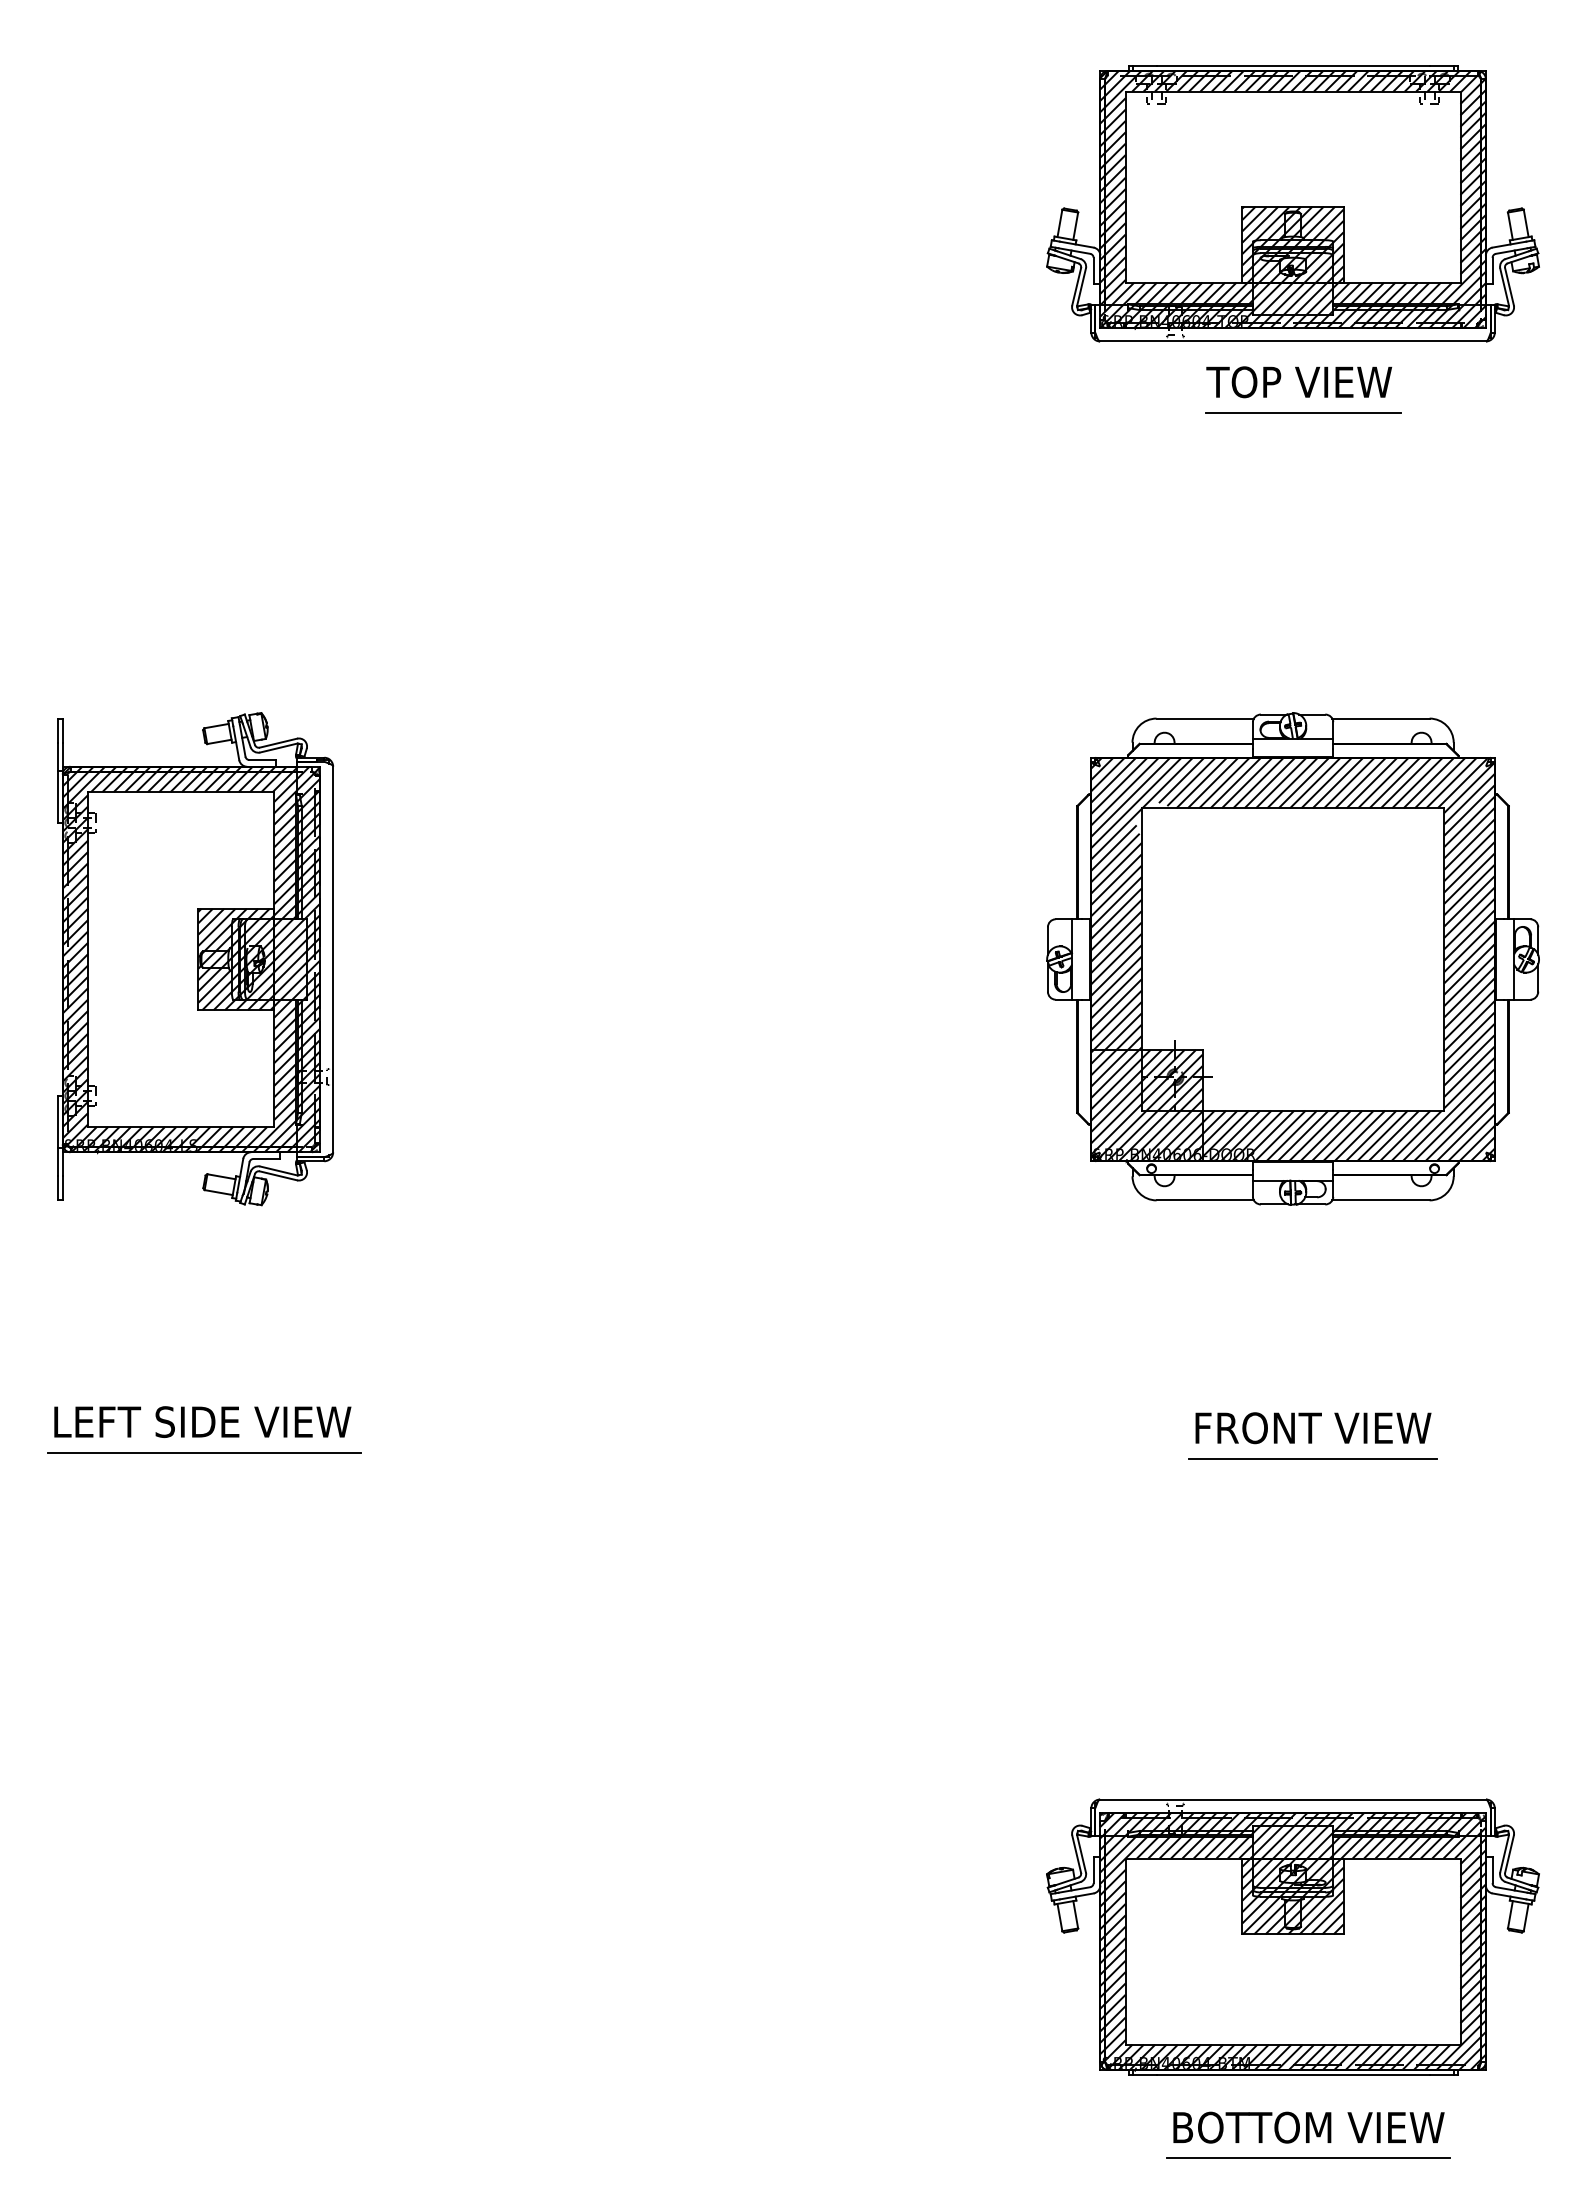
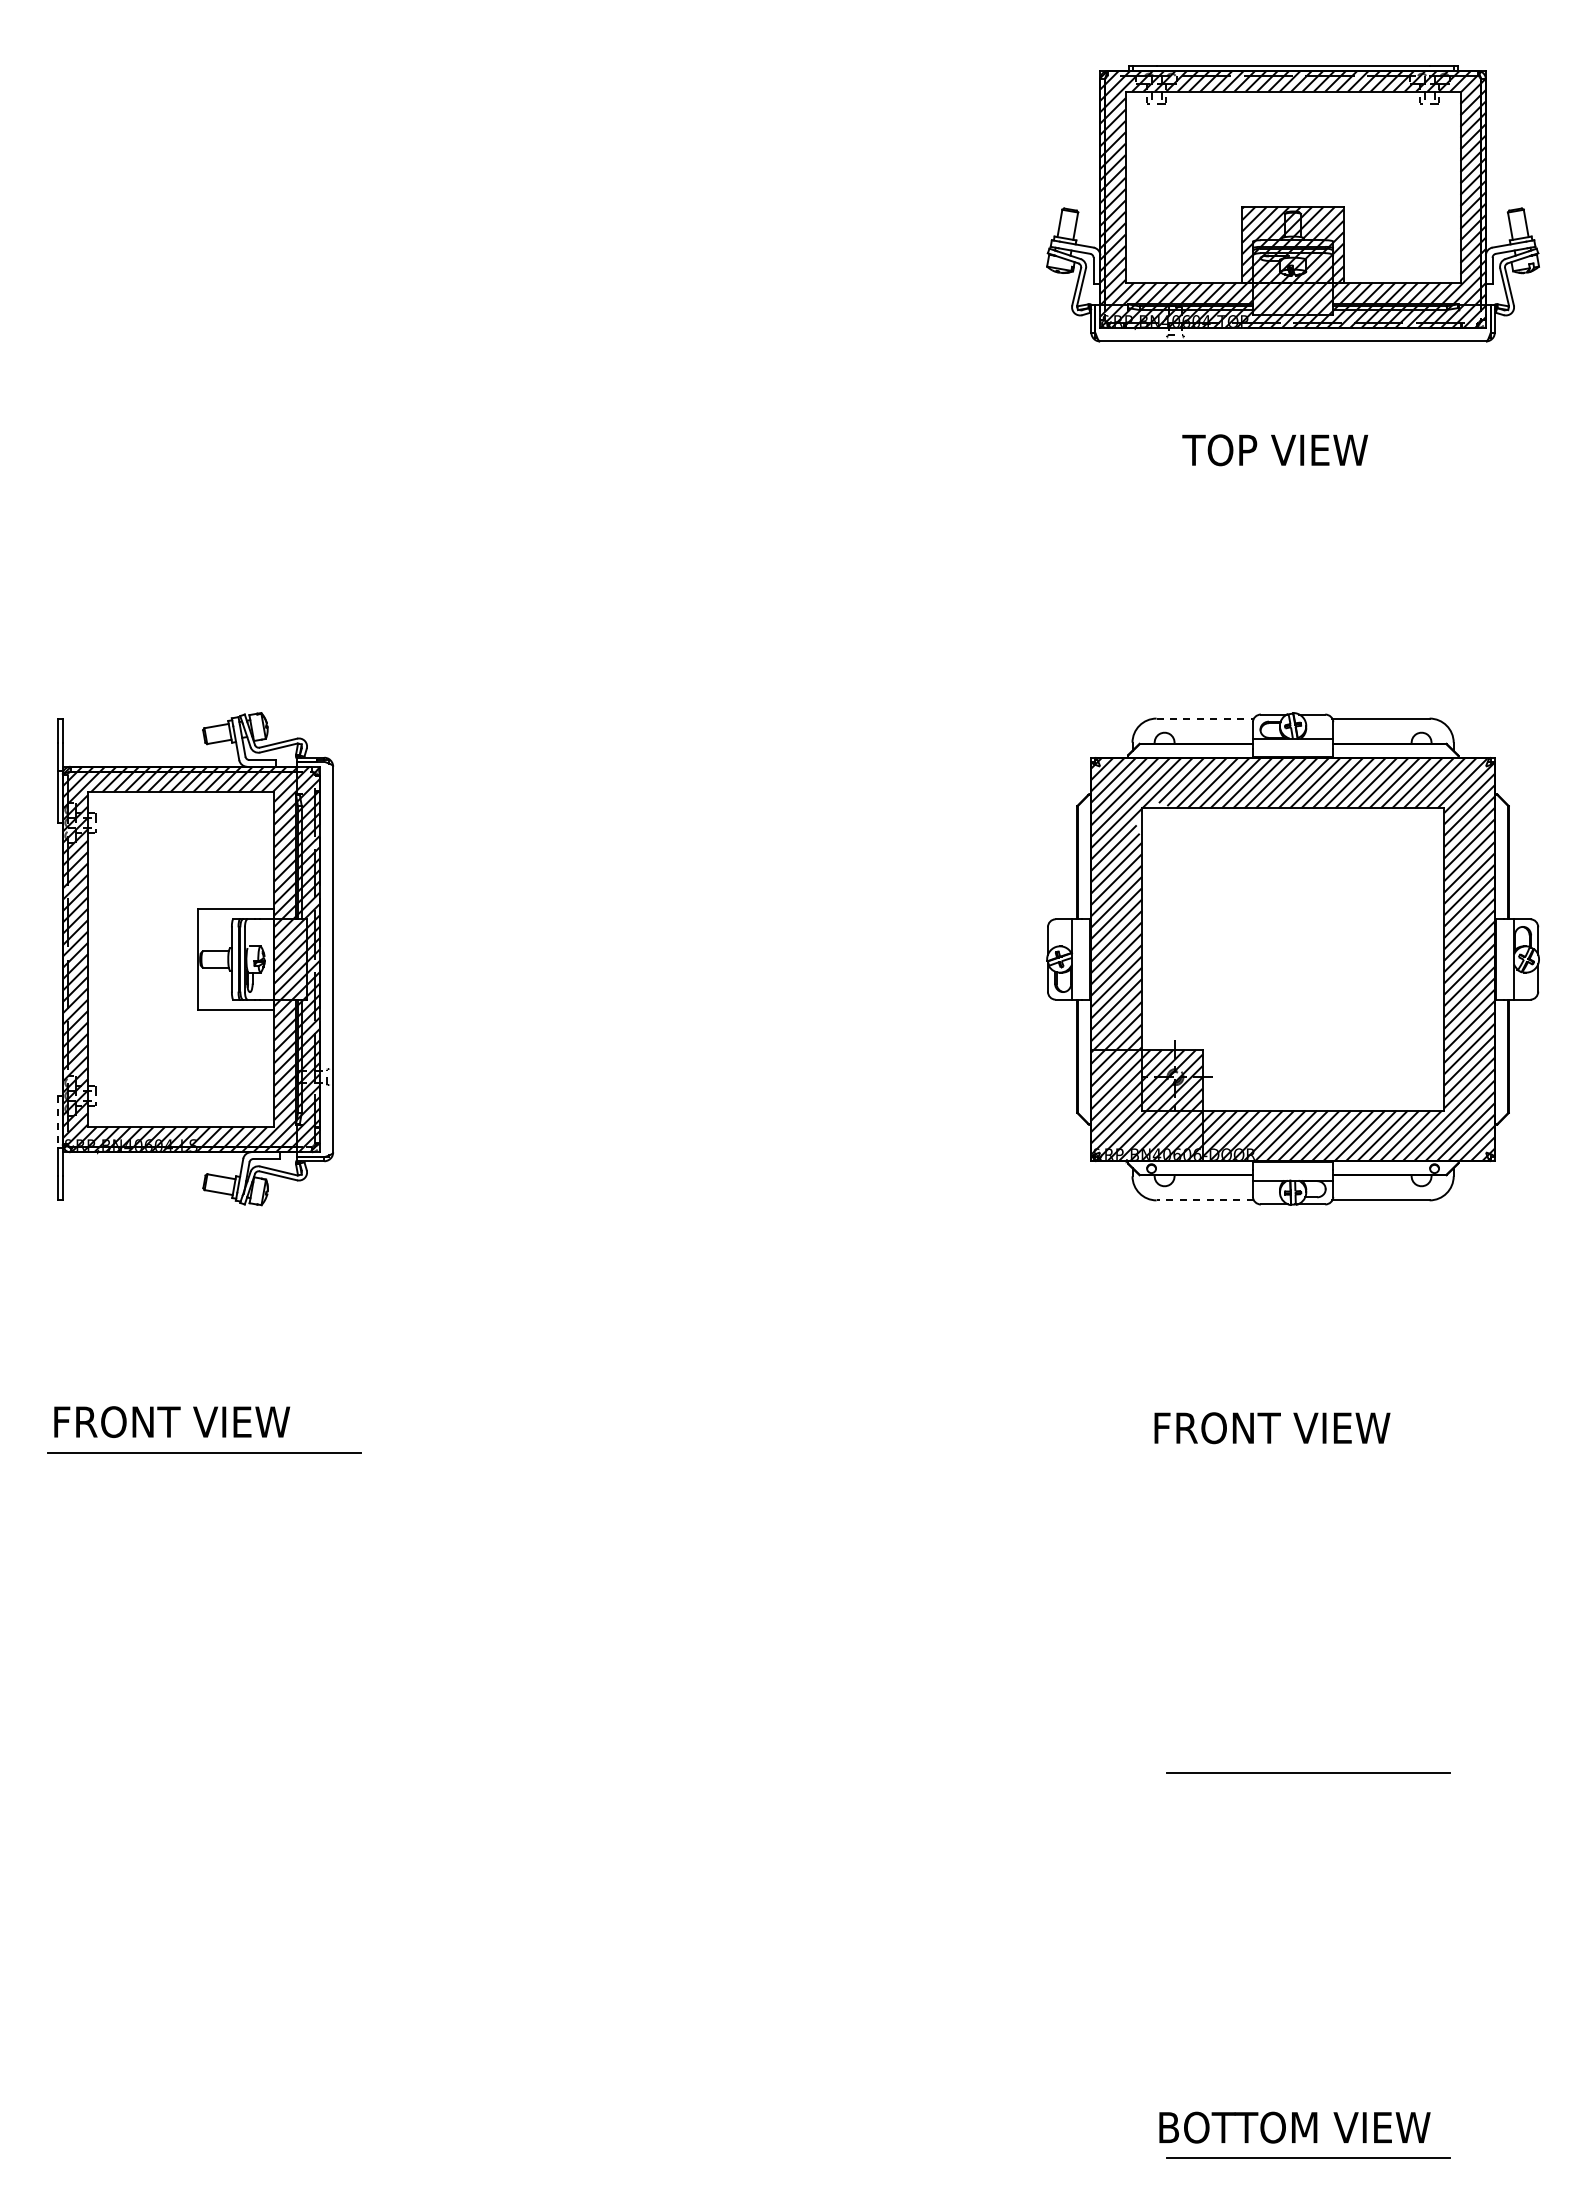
text at (1299, 382) position: (1299, 382) -> (1275, 450)
line at (1303, 412): present -> none
line at (1205, 718): solid -> dashed
hatch at (236, 959): present -> none
line at (57, 1122): solid -> dashed
line at (1205, 1200): solid -> dashed
text at (204, 1422): LEFT SIDE VIEW -> FRONT VIEW
text at (1313, 1428) position: (1313, 1428) -> (1272, 1428)
line at (1312, 1458): present -> none
line at (1308, 1772): none -> present
part at (1292, 1936): present -> none
text at (1308, 2127) position: (1308, 2127) -> (1294, 2127)
